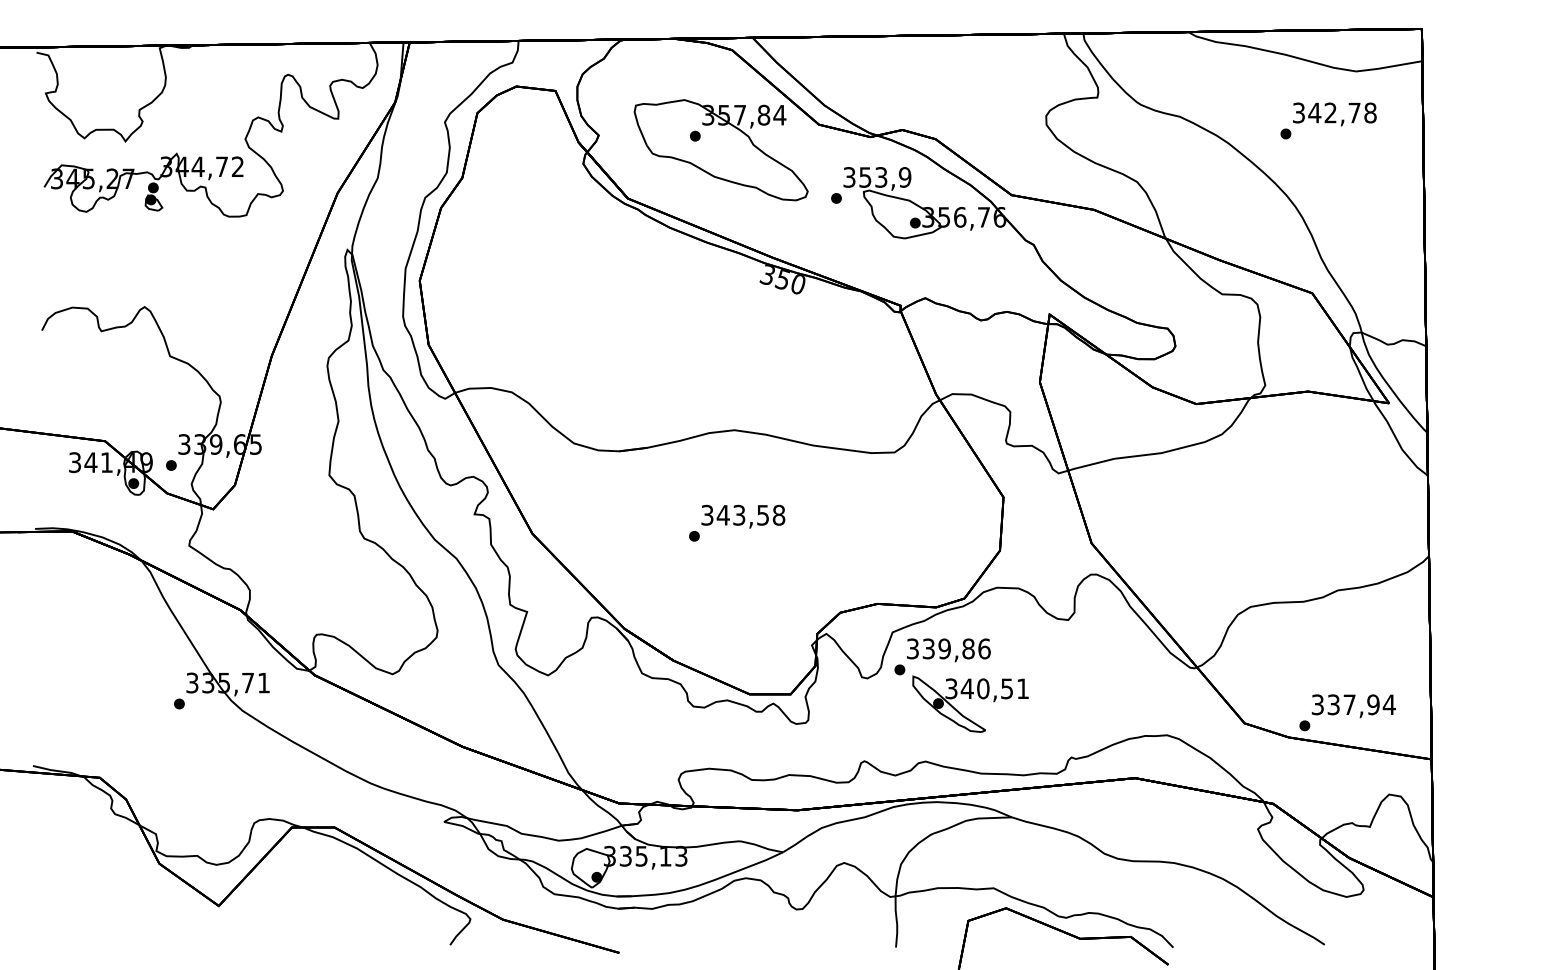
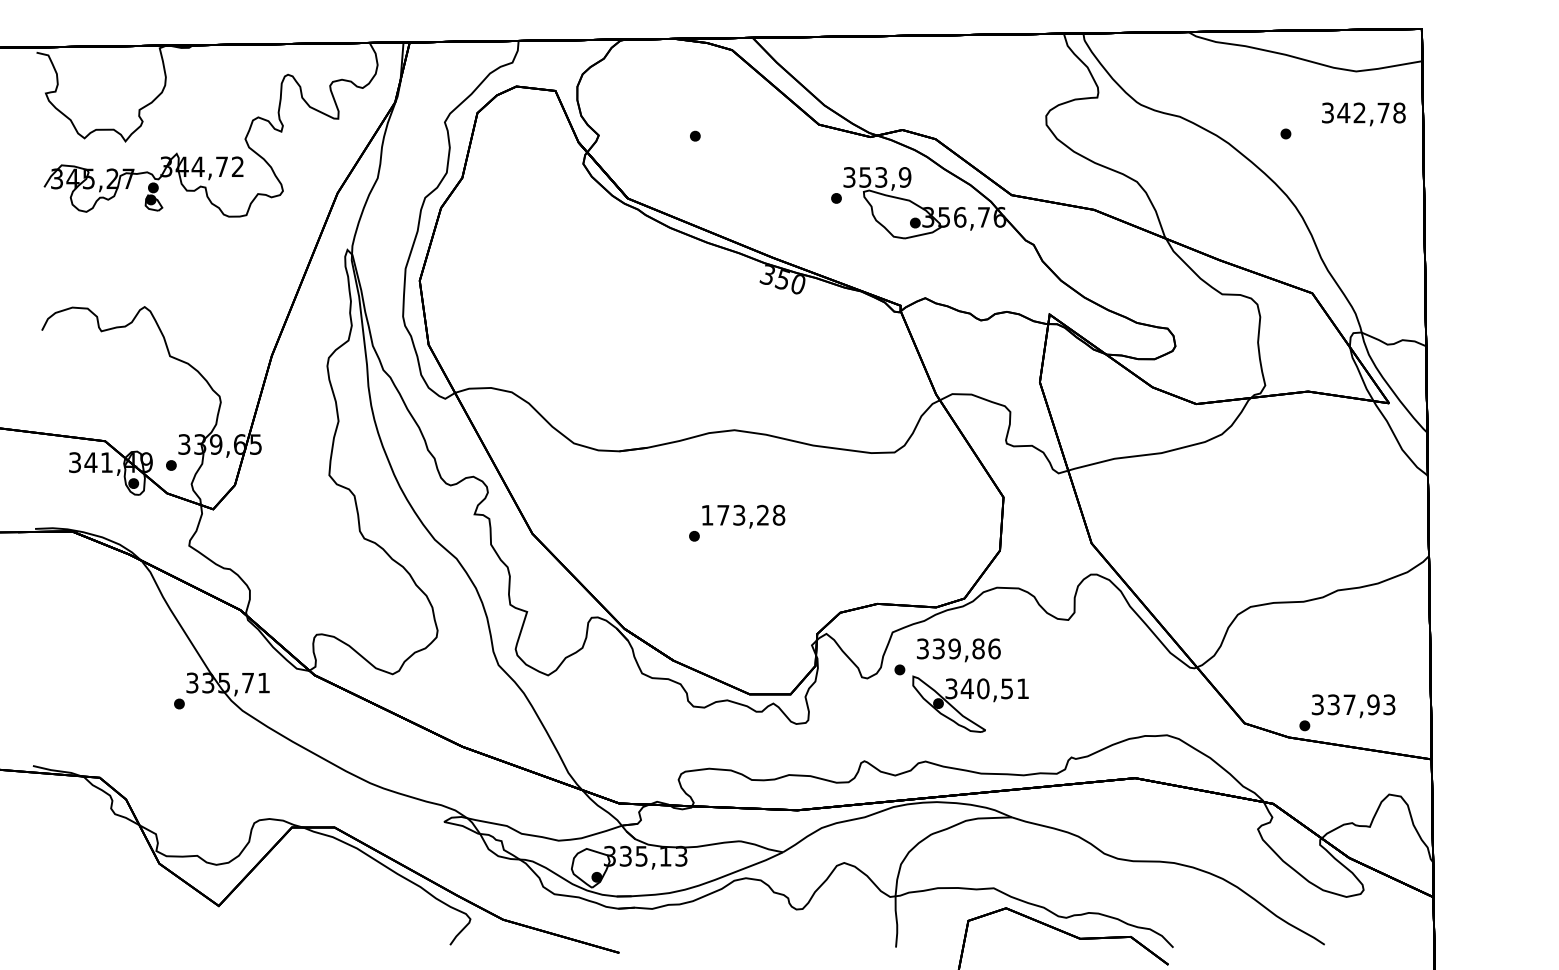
text at (1334, 114) position: (1334, 114) -> (1363, 114)
part at (720, 150): present -> none
text at (734, 514): 343,58 -> 173,28
text at (948, 650) position: (948, 650) -> (958, 650)
text at (1388, 704): 337,94 -> 337,93
